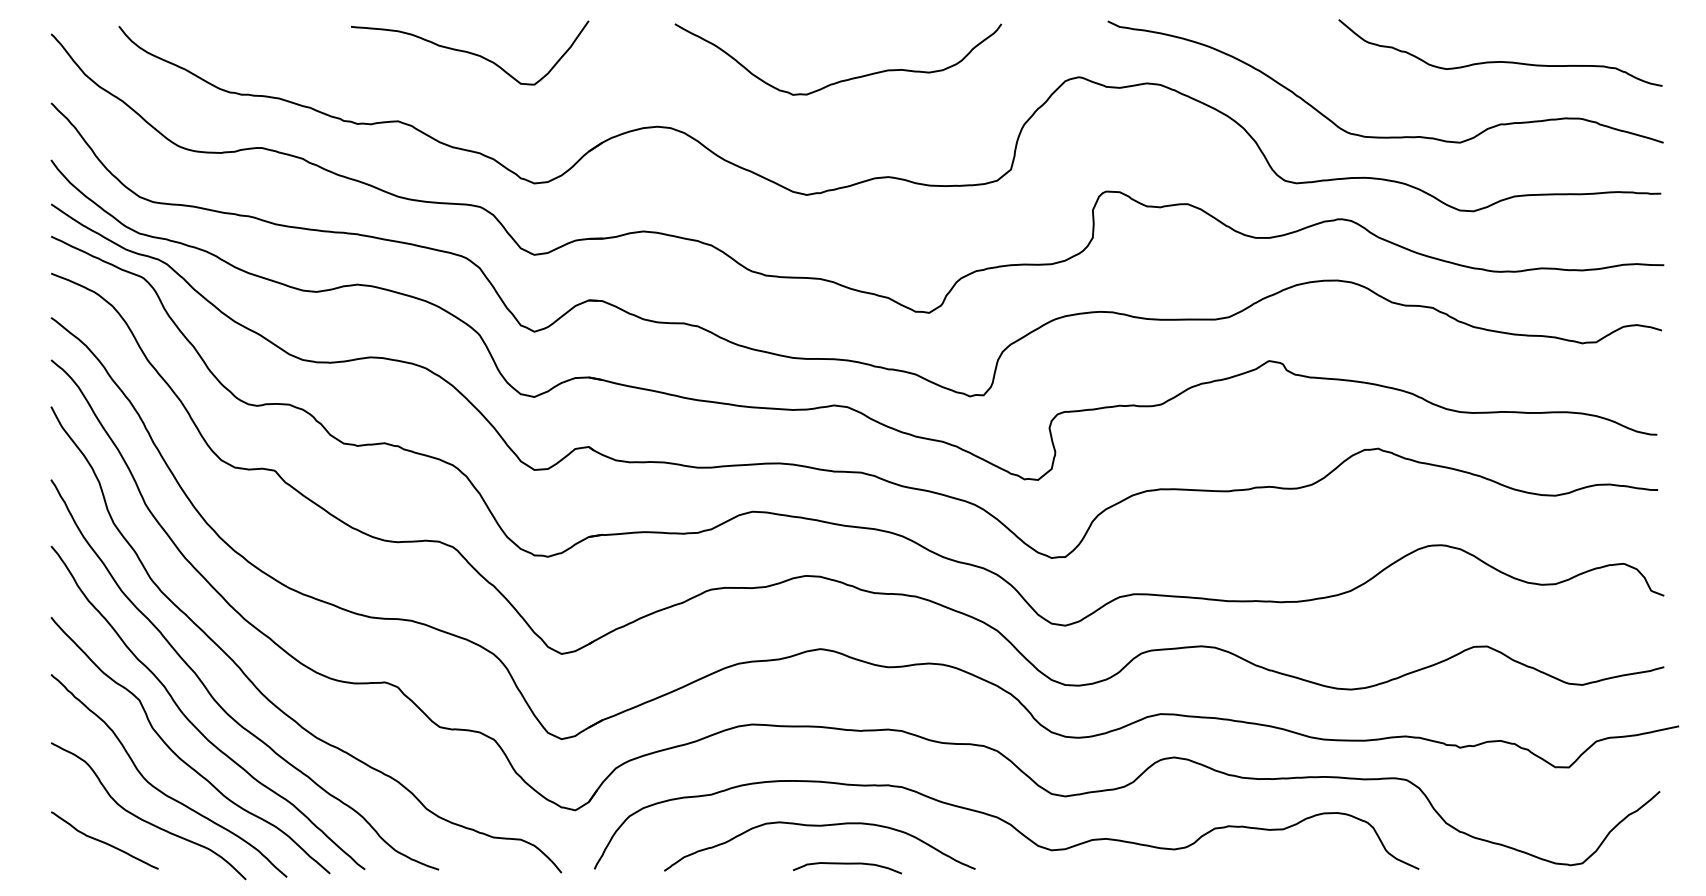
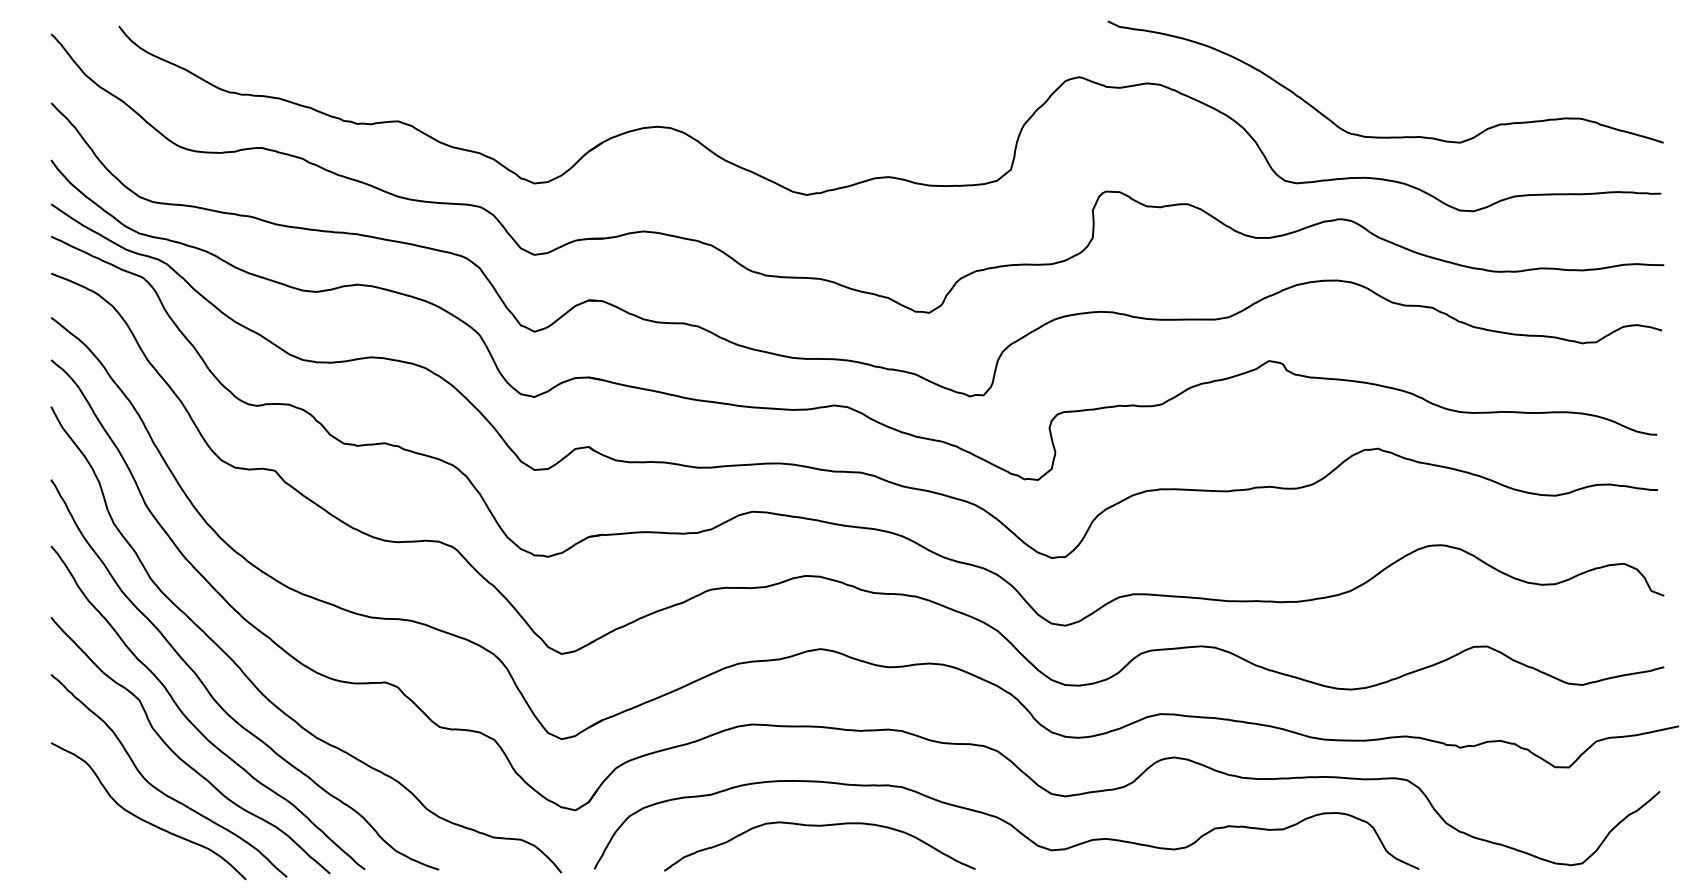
curve at (470, 52): present -> none
curve at (1500, 61): present -> none
curve at (844, 79): present -> none
curve at (104, 841): present -> none
curve at (847, 864): present -> none
